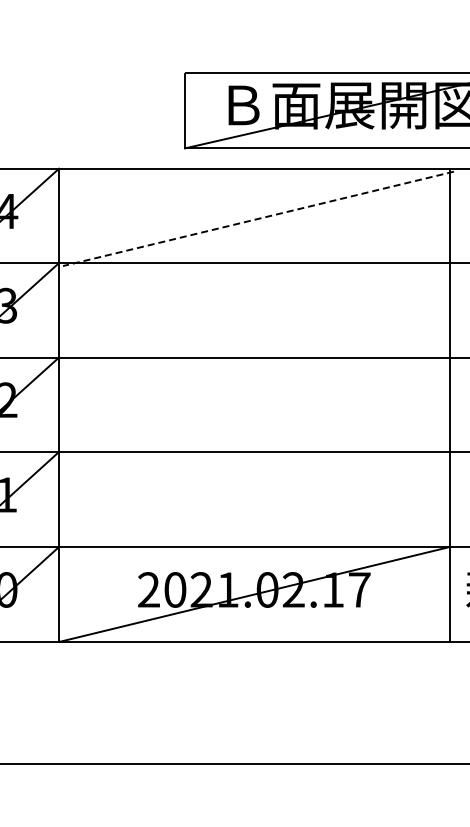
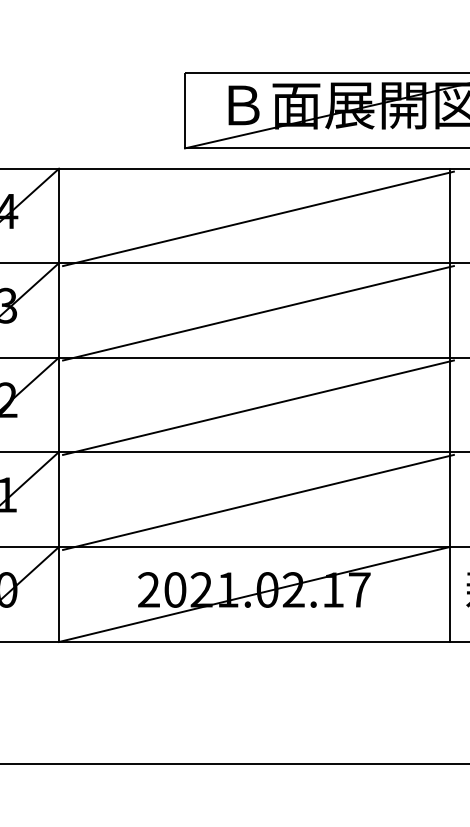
line at (258, 218): dashed -> solid
line at (258, 313): none -> present
line at (258, 407): none -> present
line at (258, 501): none -> present
